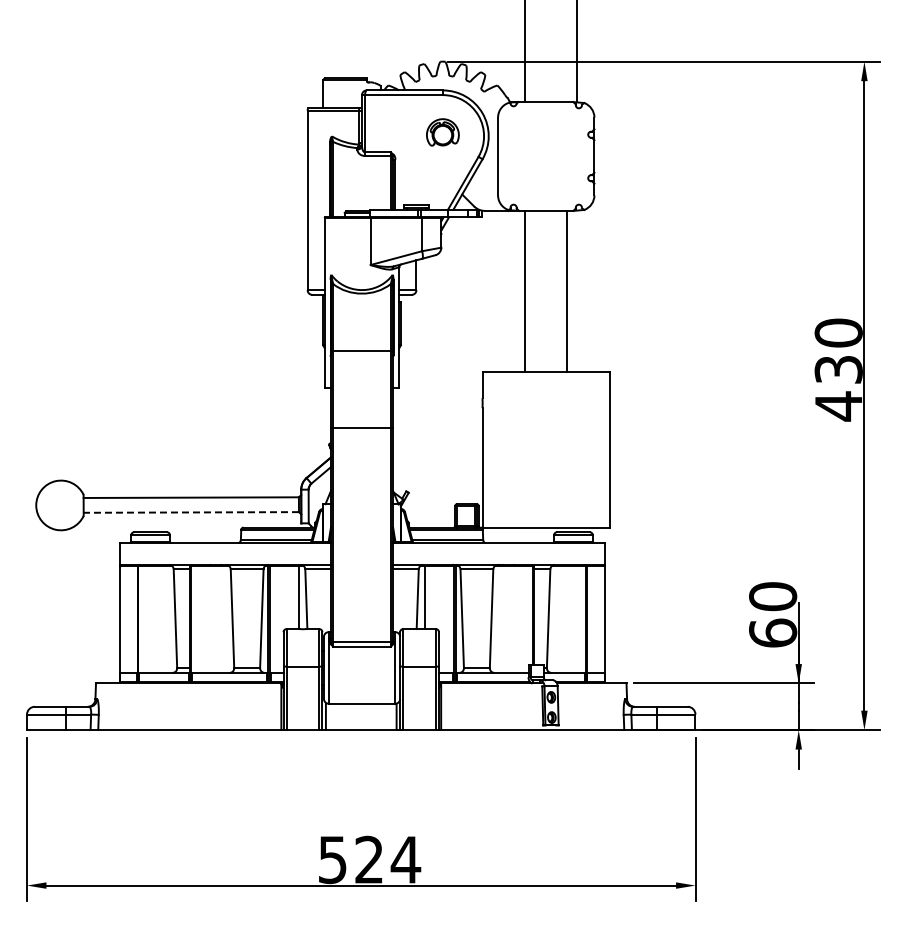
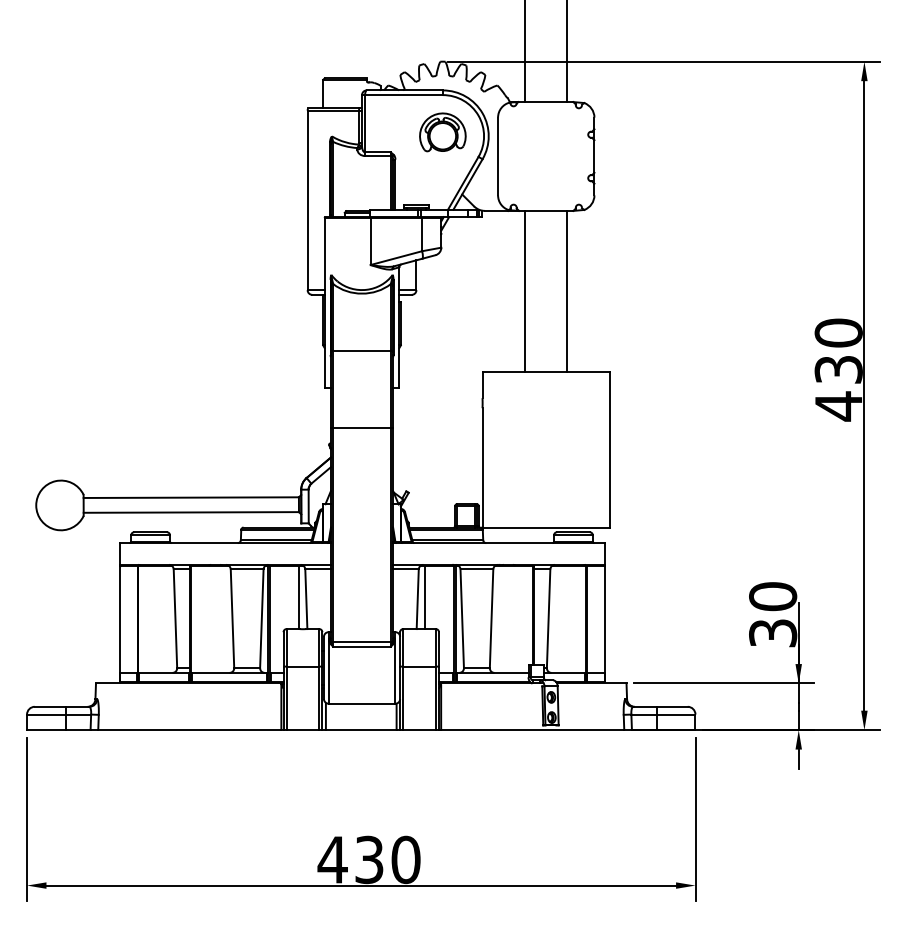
line at (577, 52) position: (577, 52) -> (567, 52)
part at (442, 132) size: 34x29 px -> 48x41 px
line at (191, 512): dashed -> solid
text at (773, 632): 60 -> 30
text at (369, 859): 524 -> 430
